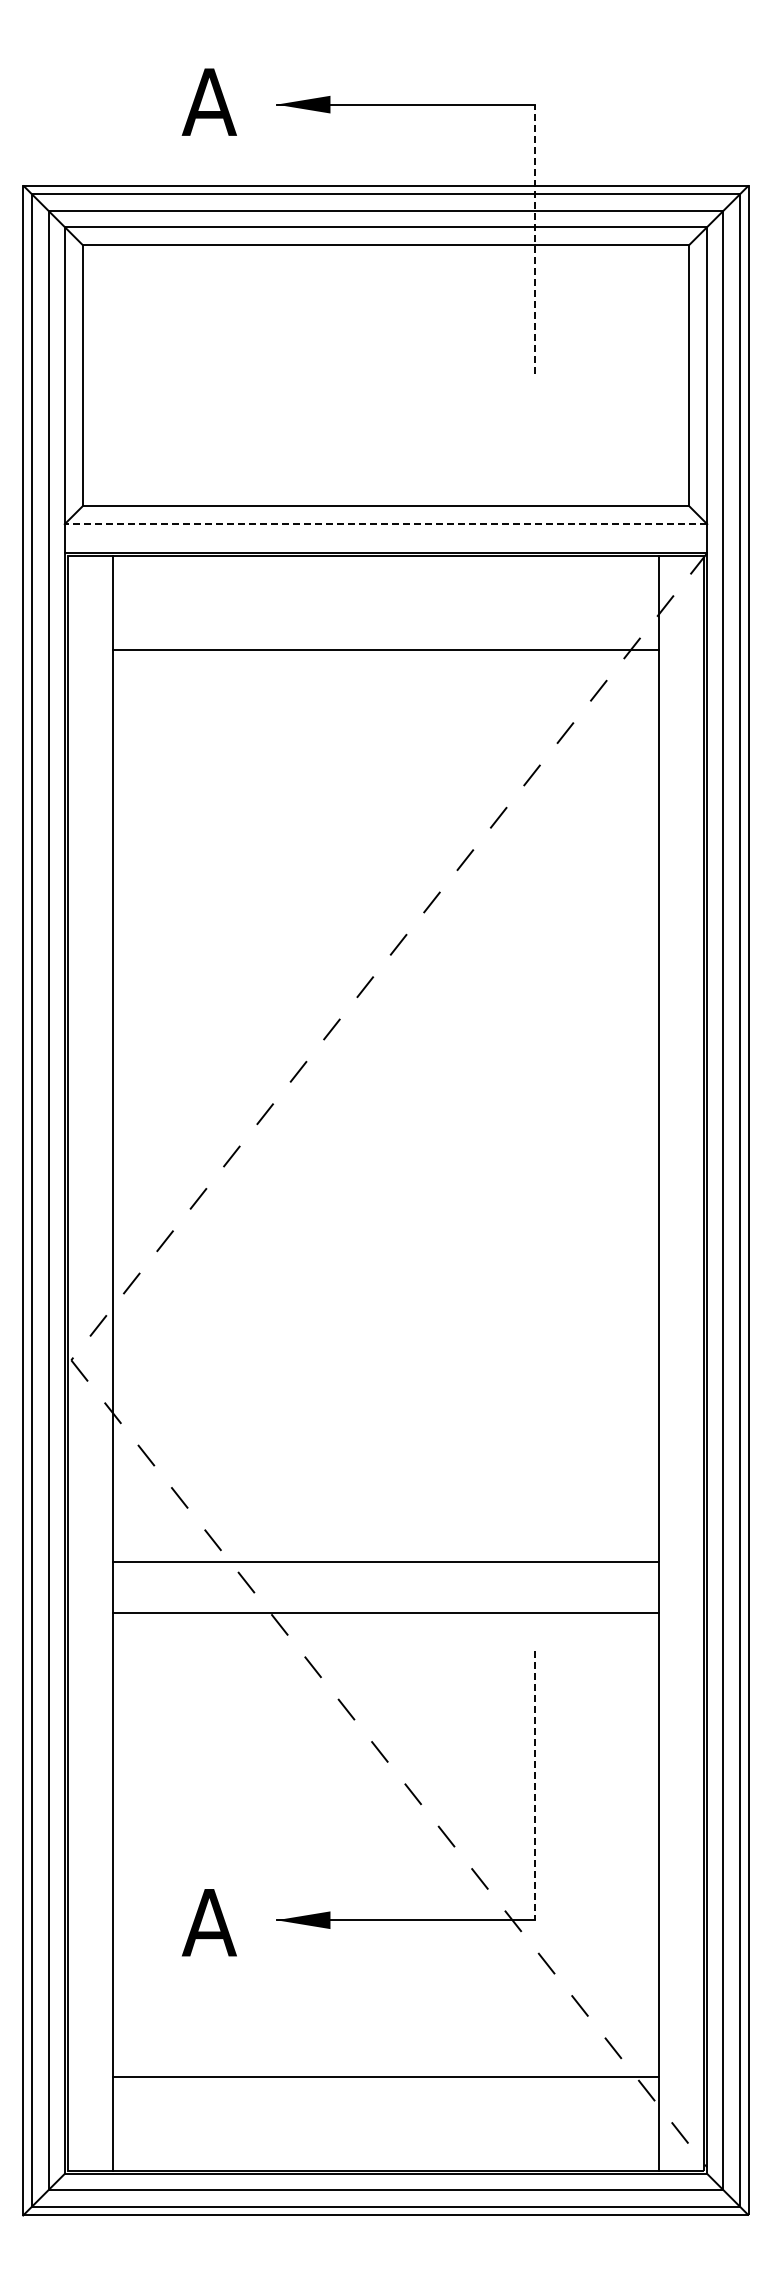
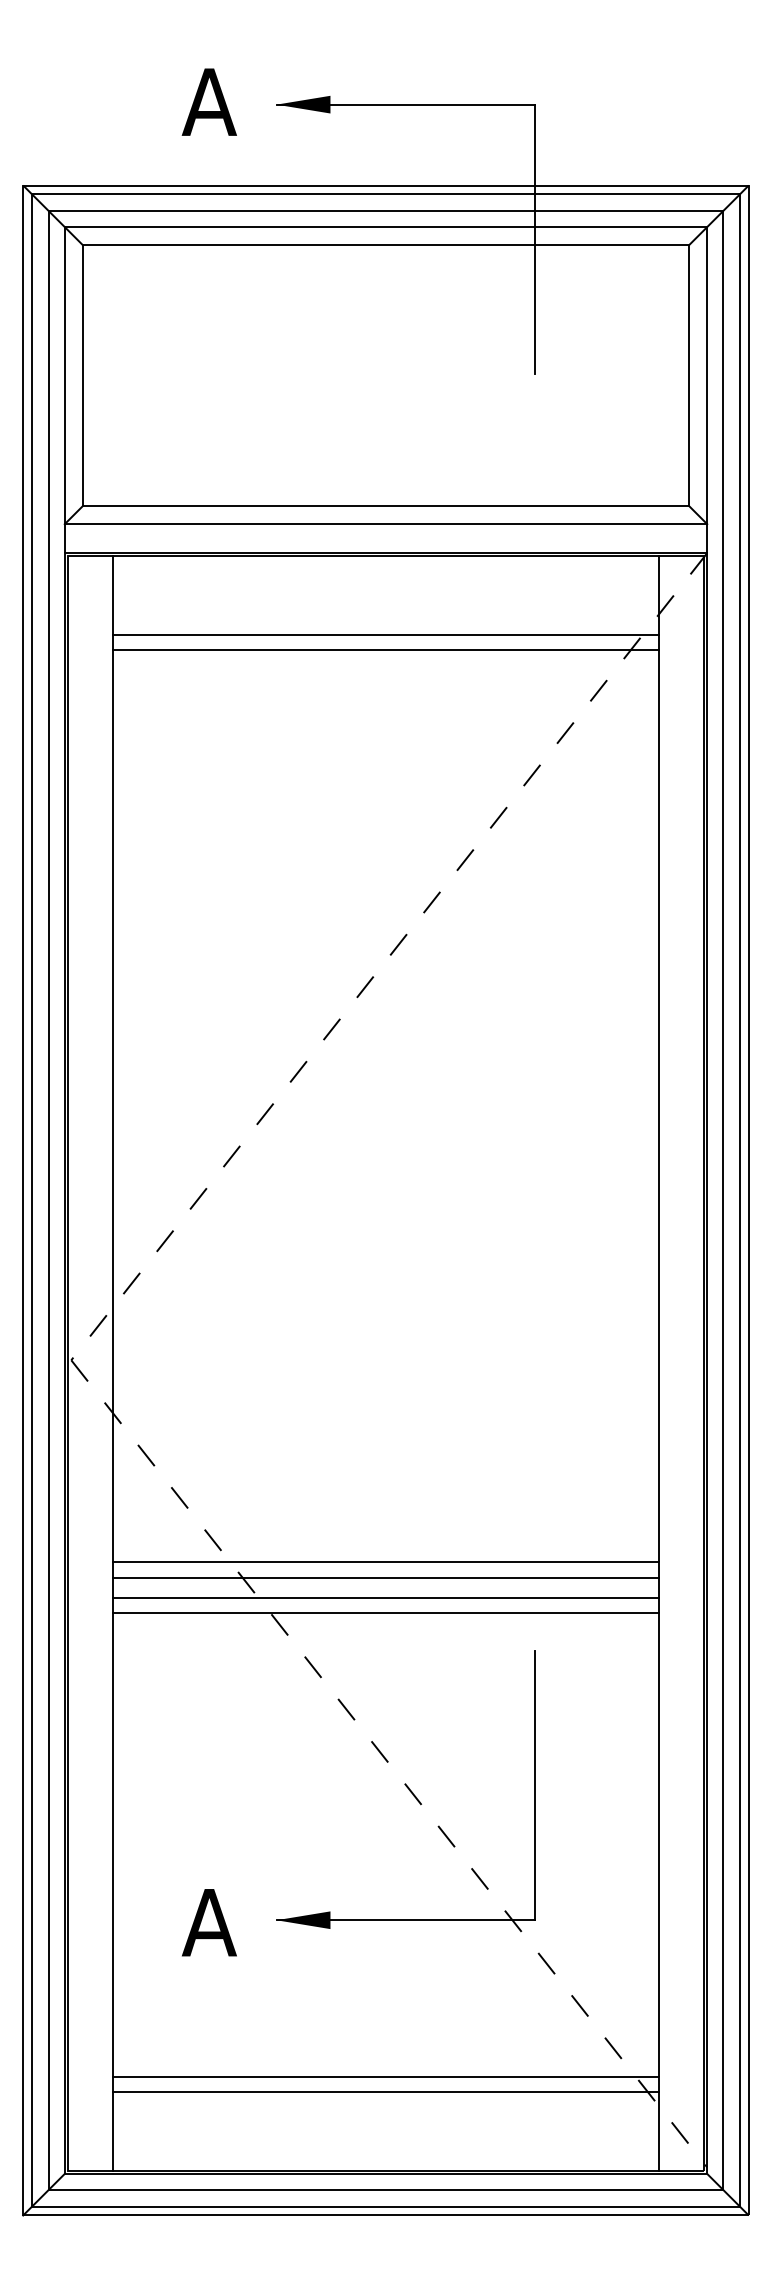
line at (535, 239): dashed -> solid
line at (385, 524): dashed -> solid
line at (385, 634): none -> present
line at (385, 1577): none -> present
line at (385, 1597): none -> present
line at (535, 1785): dashed -> solid
line at (385, 2092): none -> present
